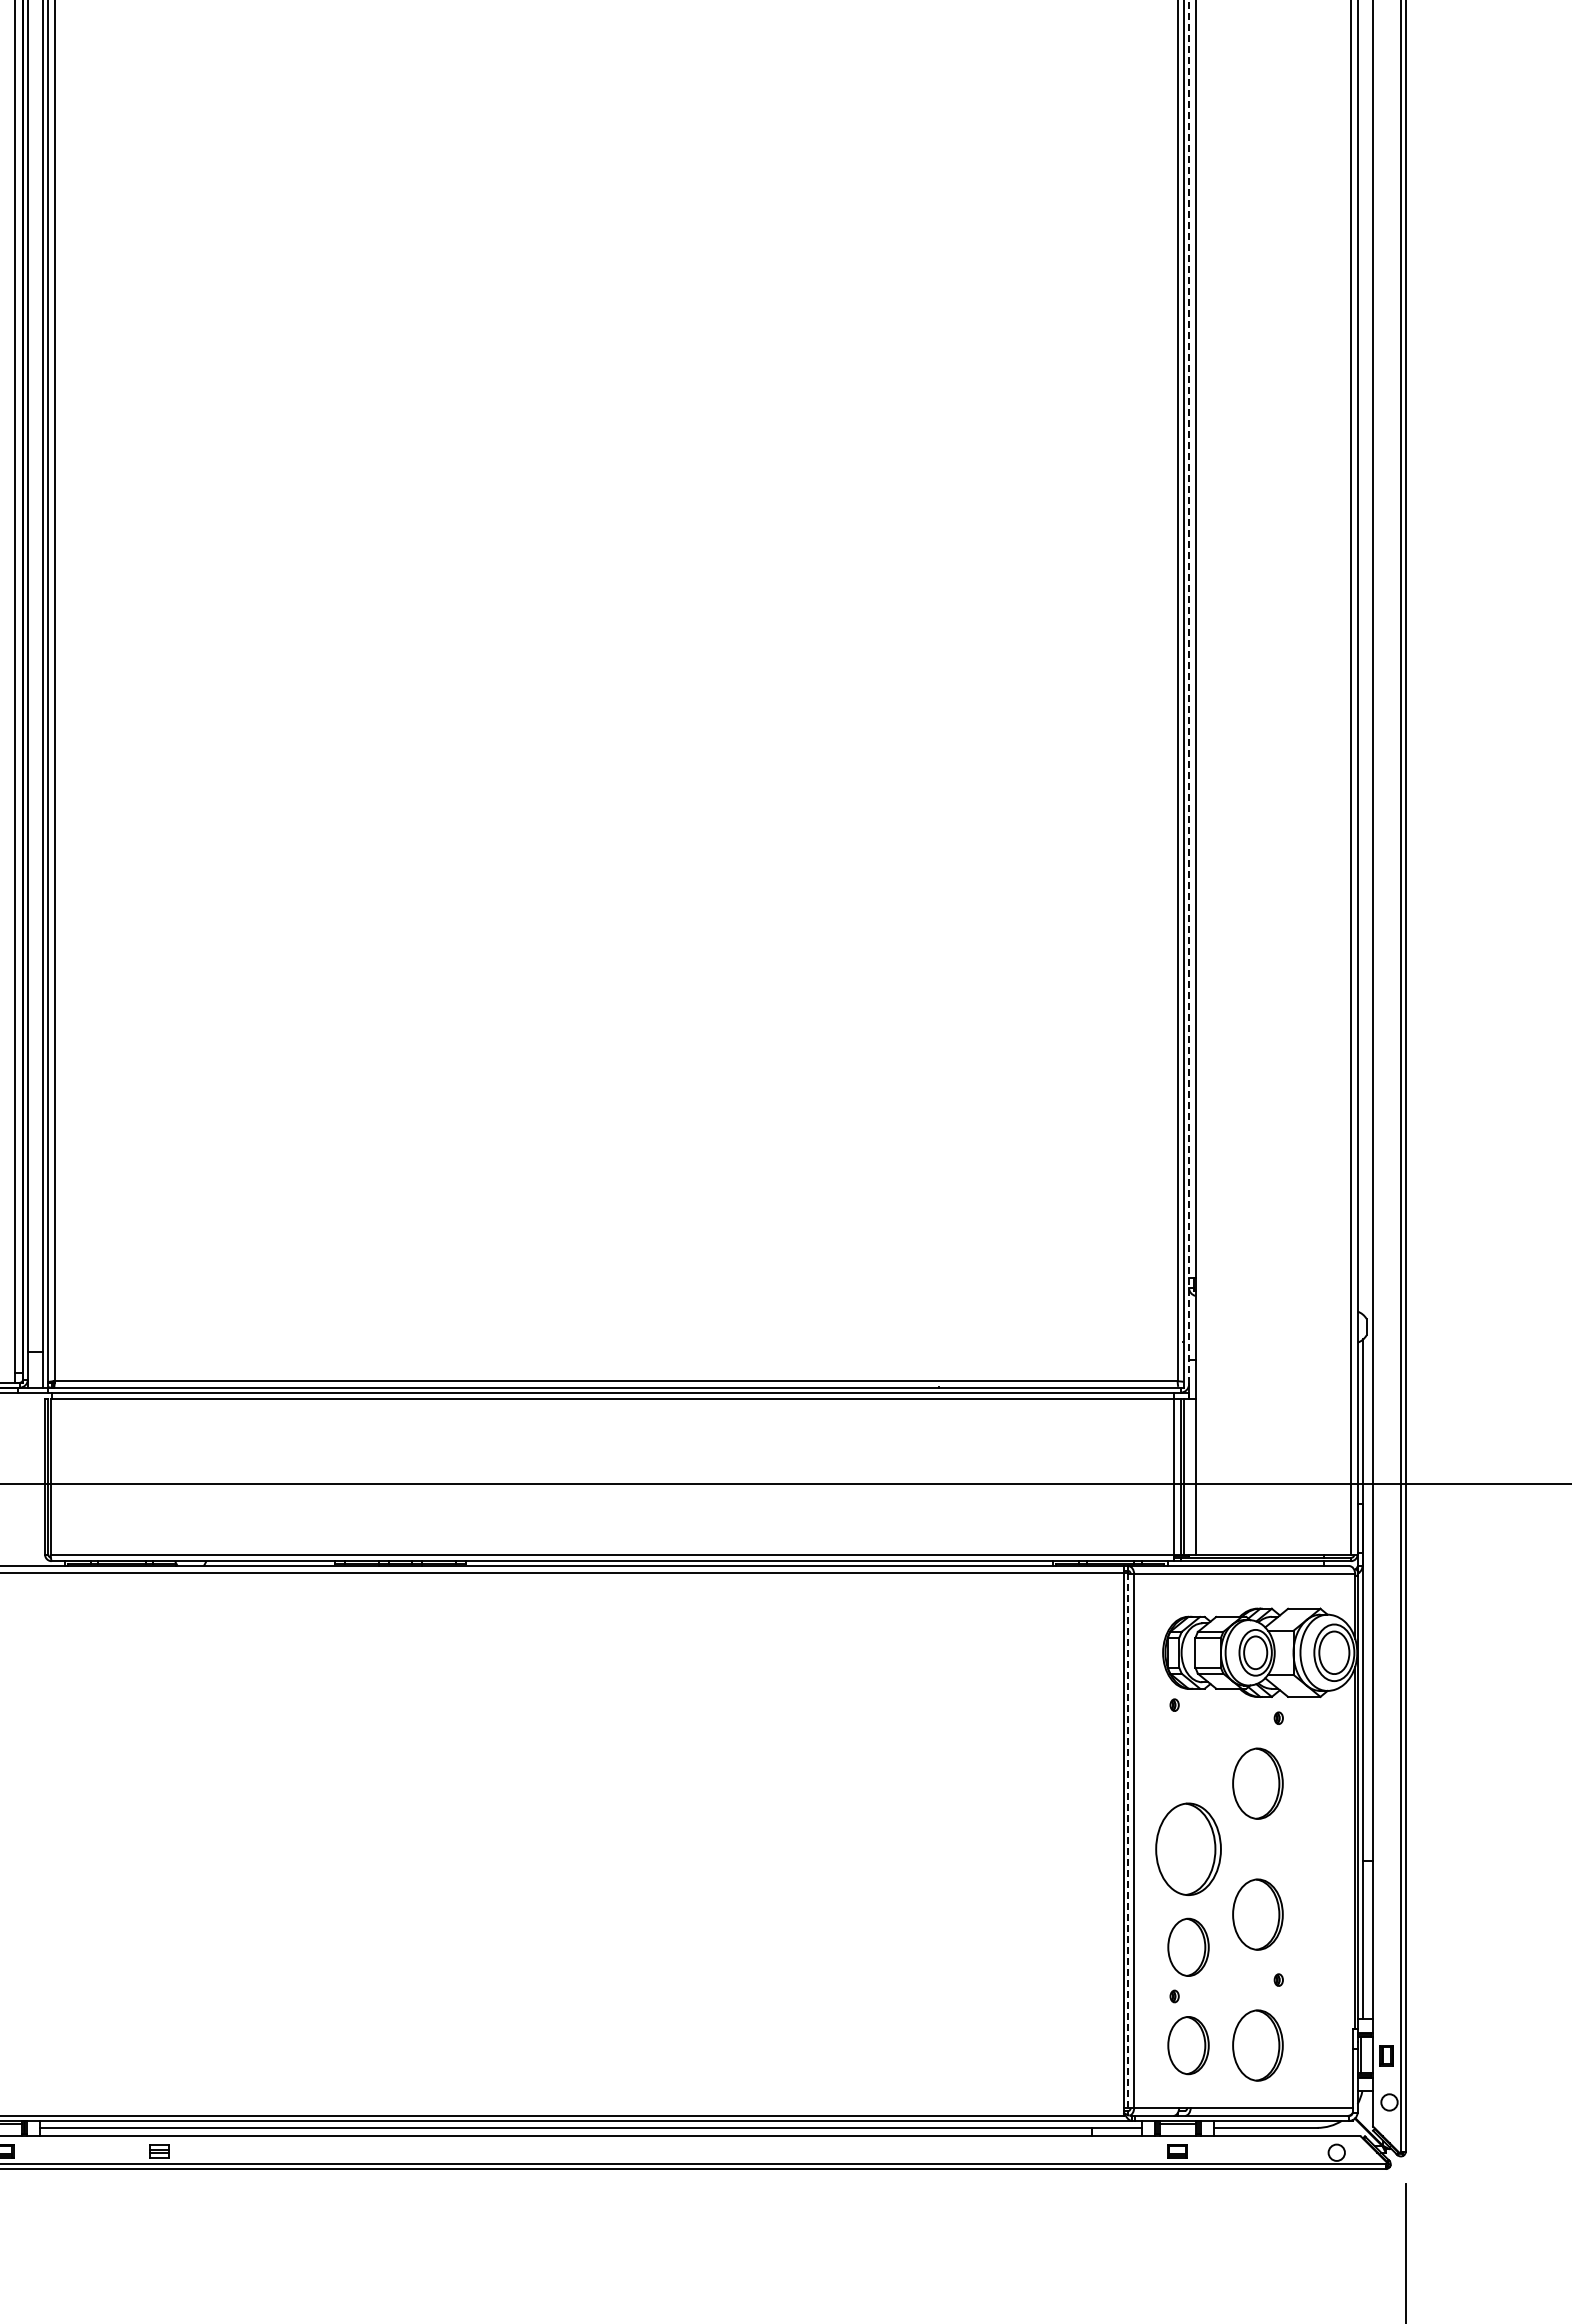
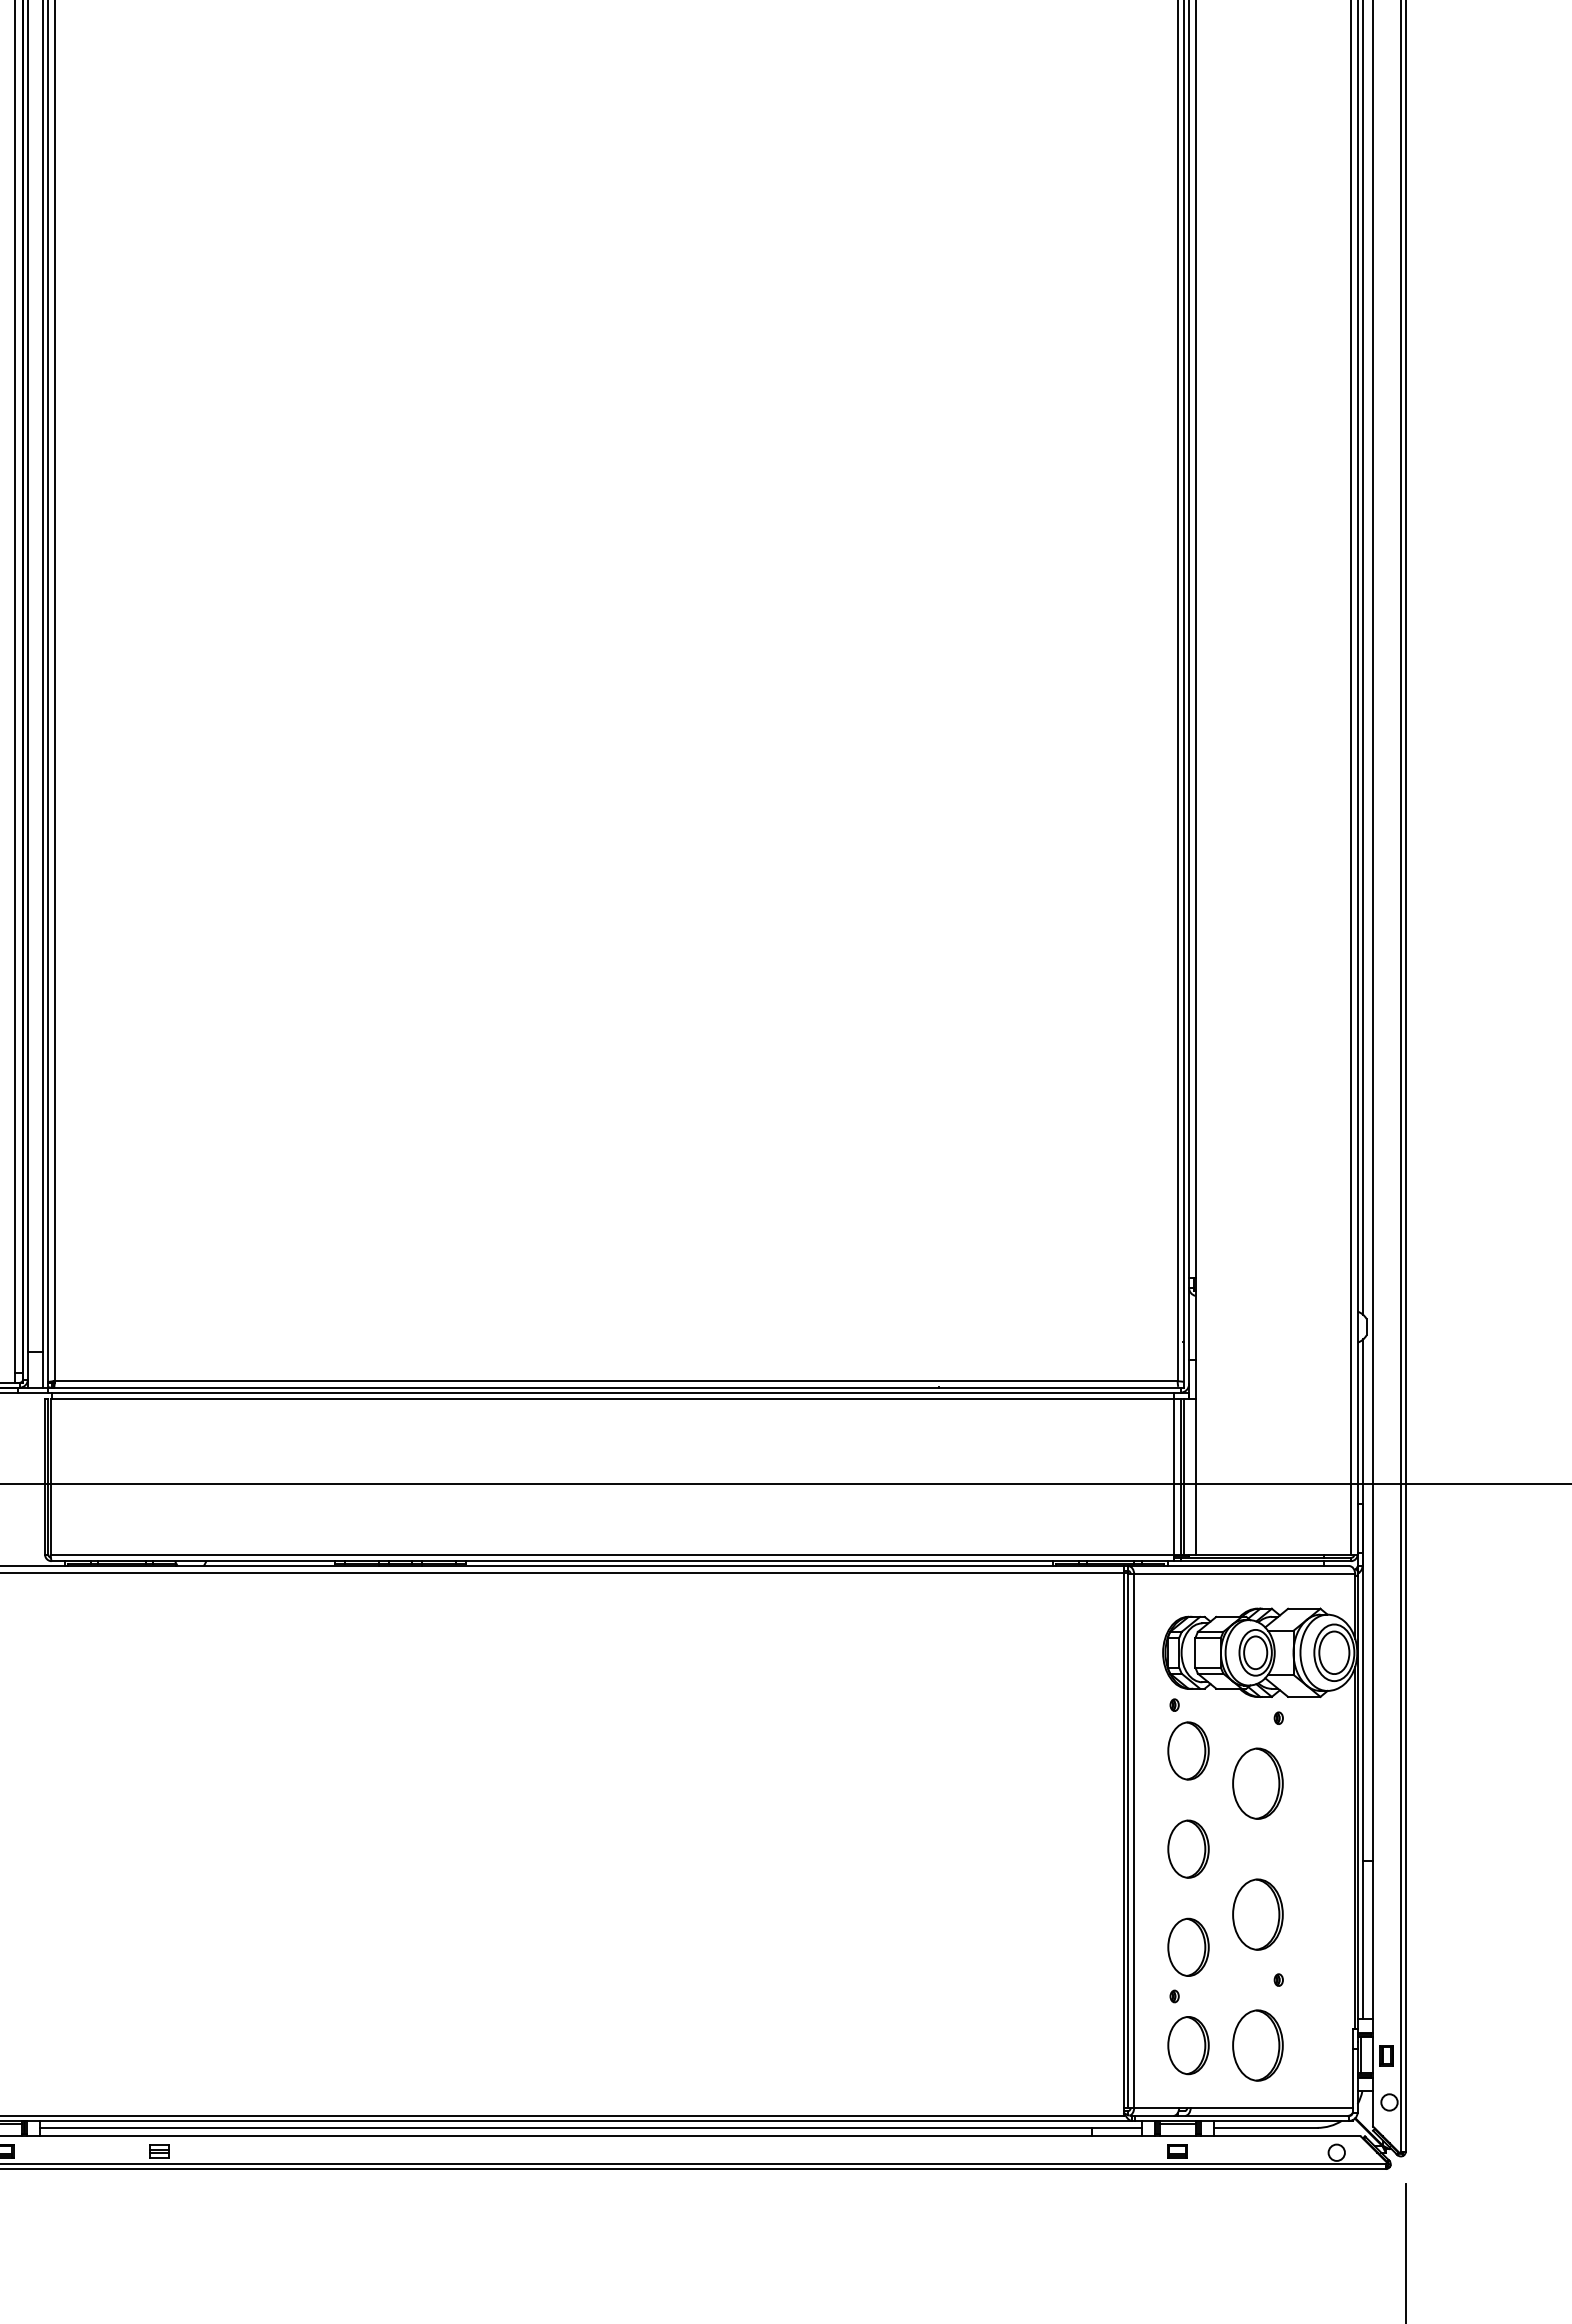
line at (1363, 658): none -> present
line at (1189, 692): dashed -> solid
part at (1188, 1750): none -> present
line at (1128, 1841): dashed -> solid
part at (1188, 1848) size: 67x94 px -> 43x60 px
